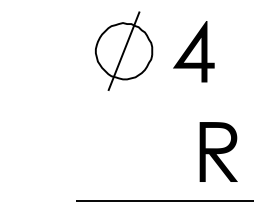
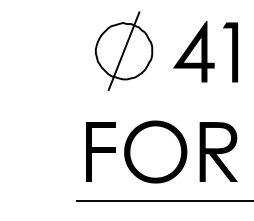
fill at (230, 52): none -> present
part at (155, 151): none -> present
fill at (101, 152): none -> present
